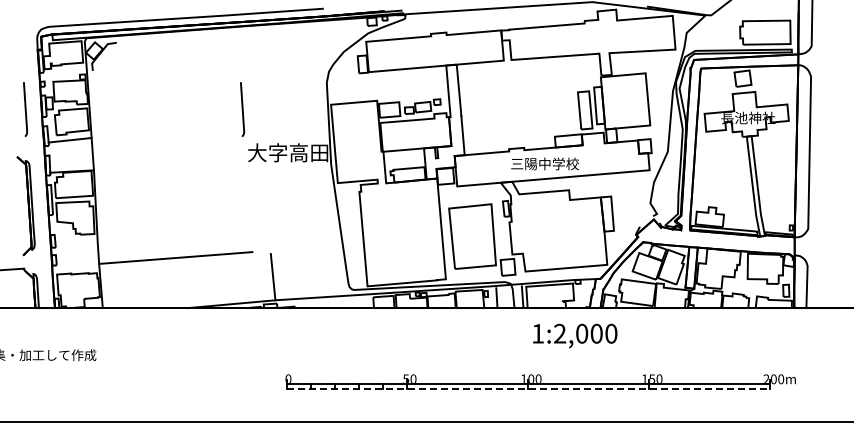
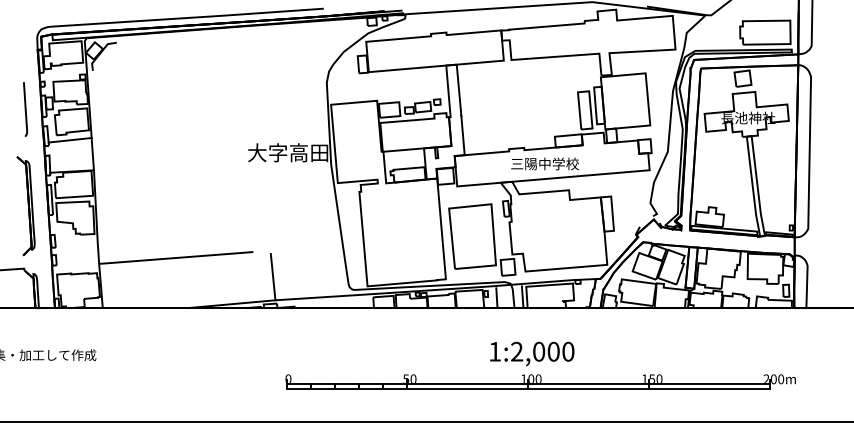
curve at (242, 109): present -> none
text at (575, 335) position: (575, 335) -> (532, 353)
line at (528, 389): dashed -> solid
